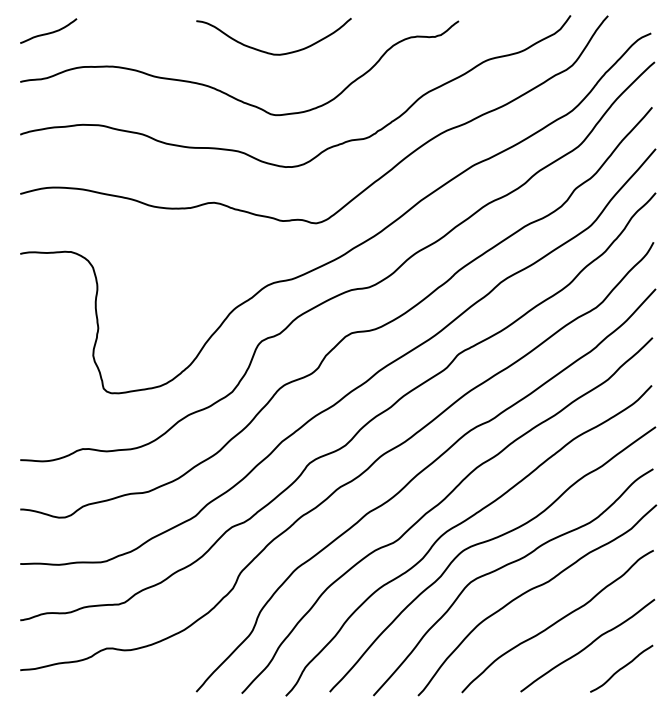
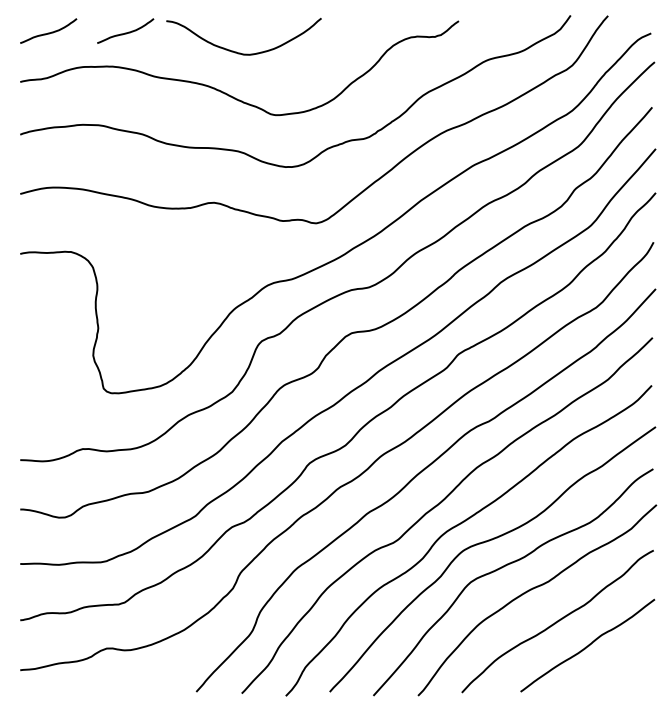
curve at (125, 32): none -> present
curve at (270, 52) position: (270, 52) -> (240, 52)
curve at (621, 668): present -> none
